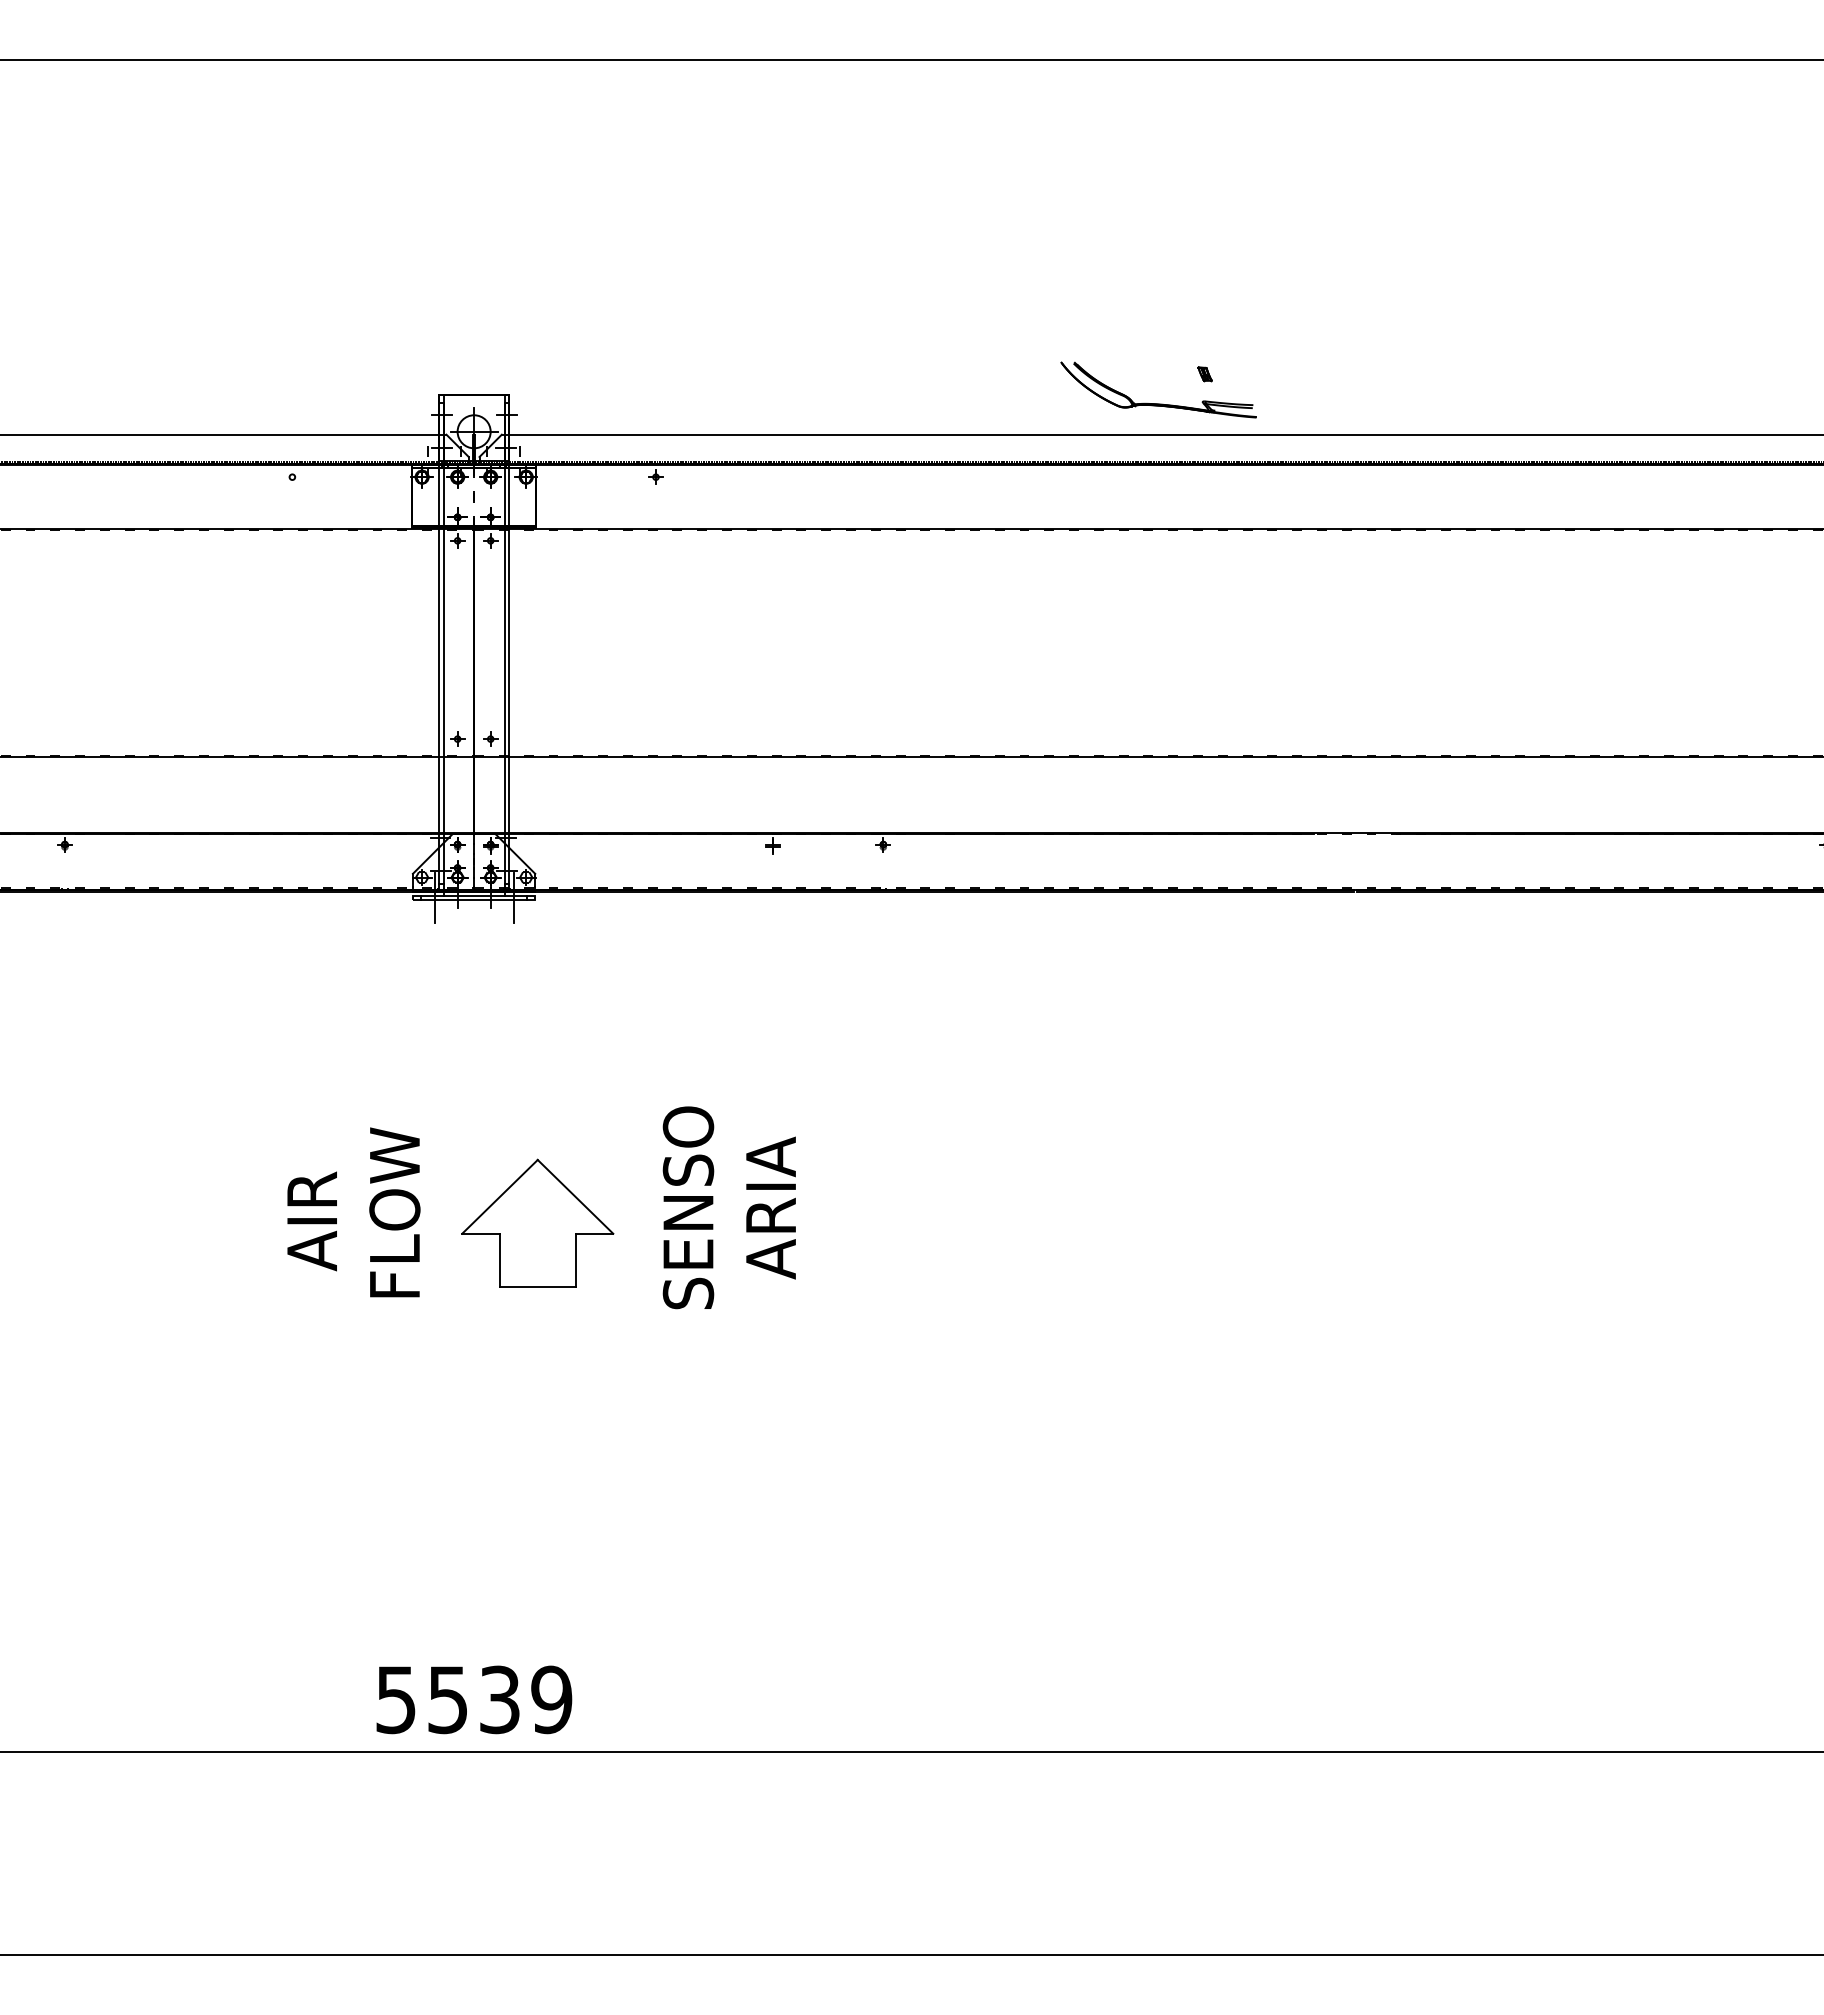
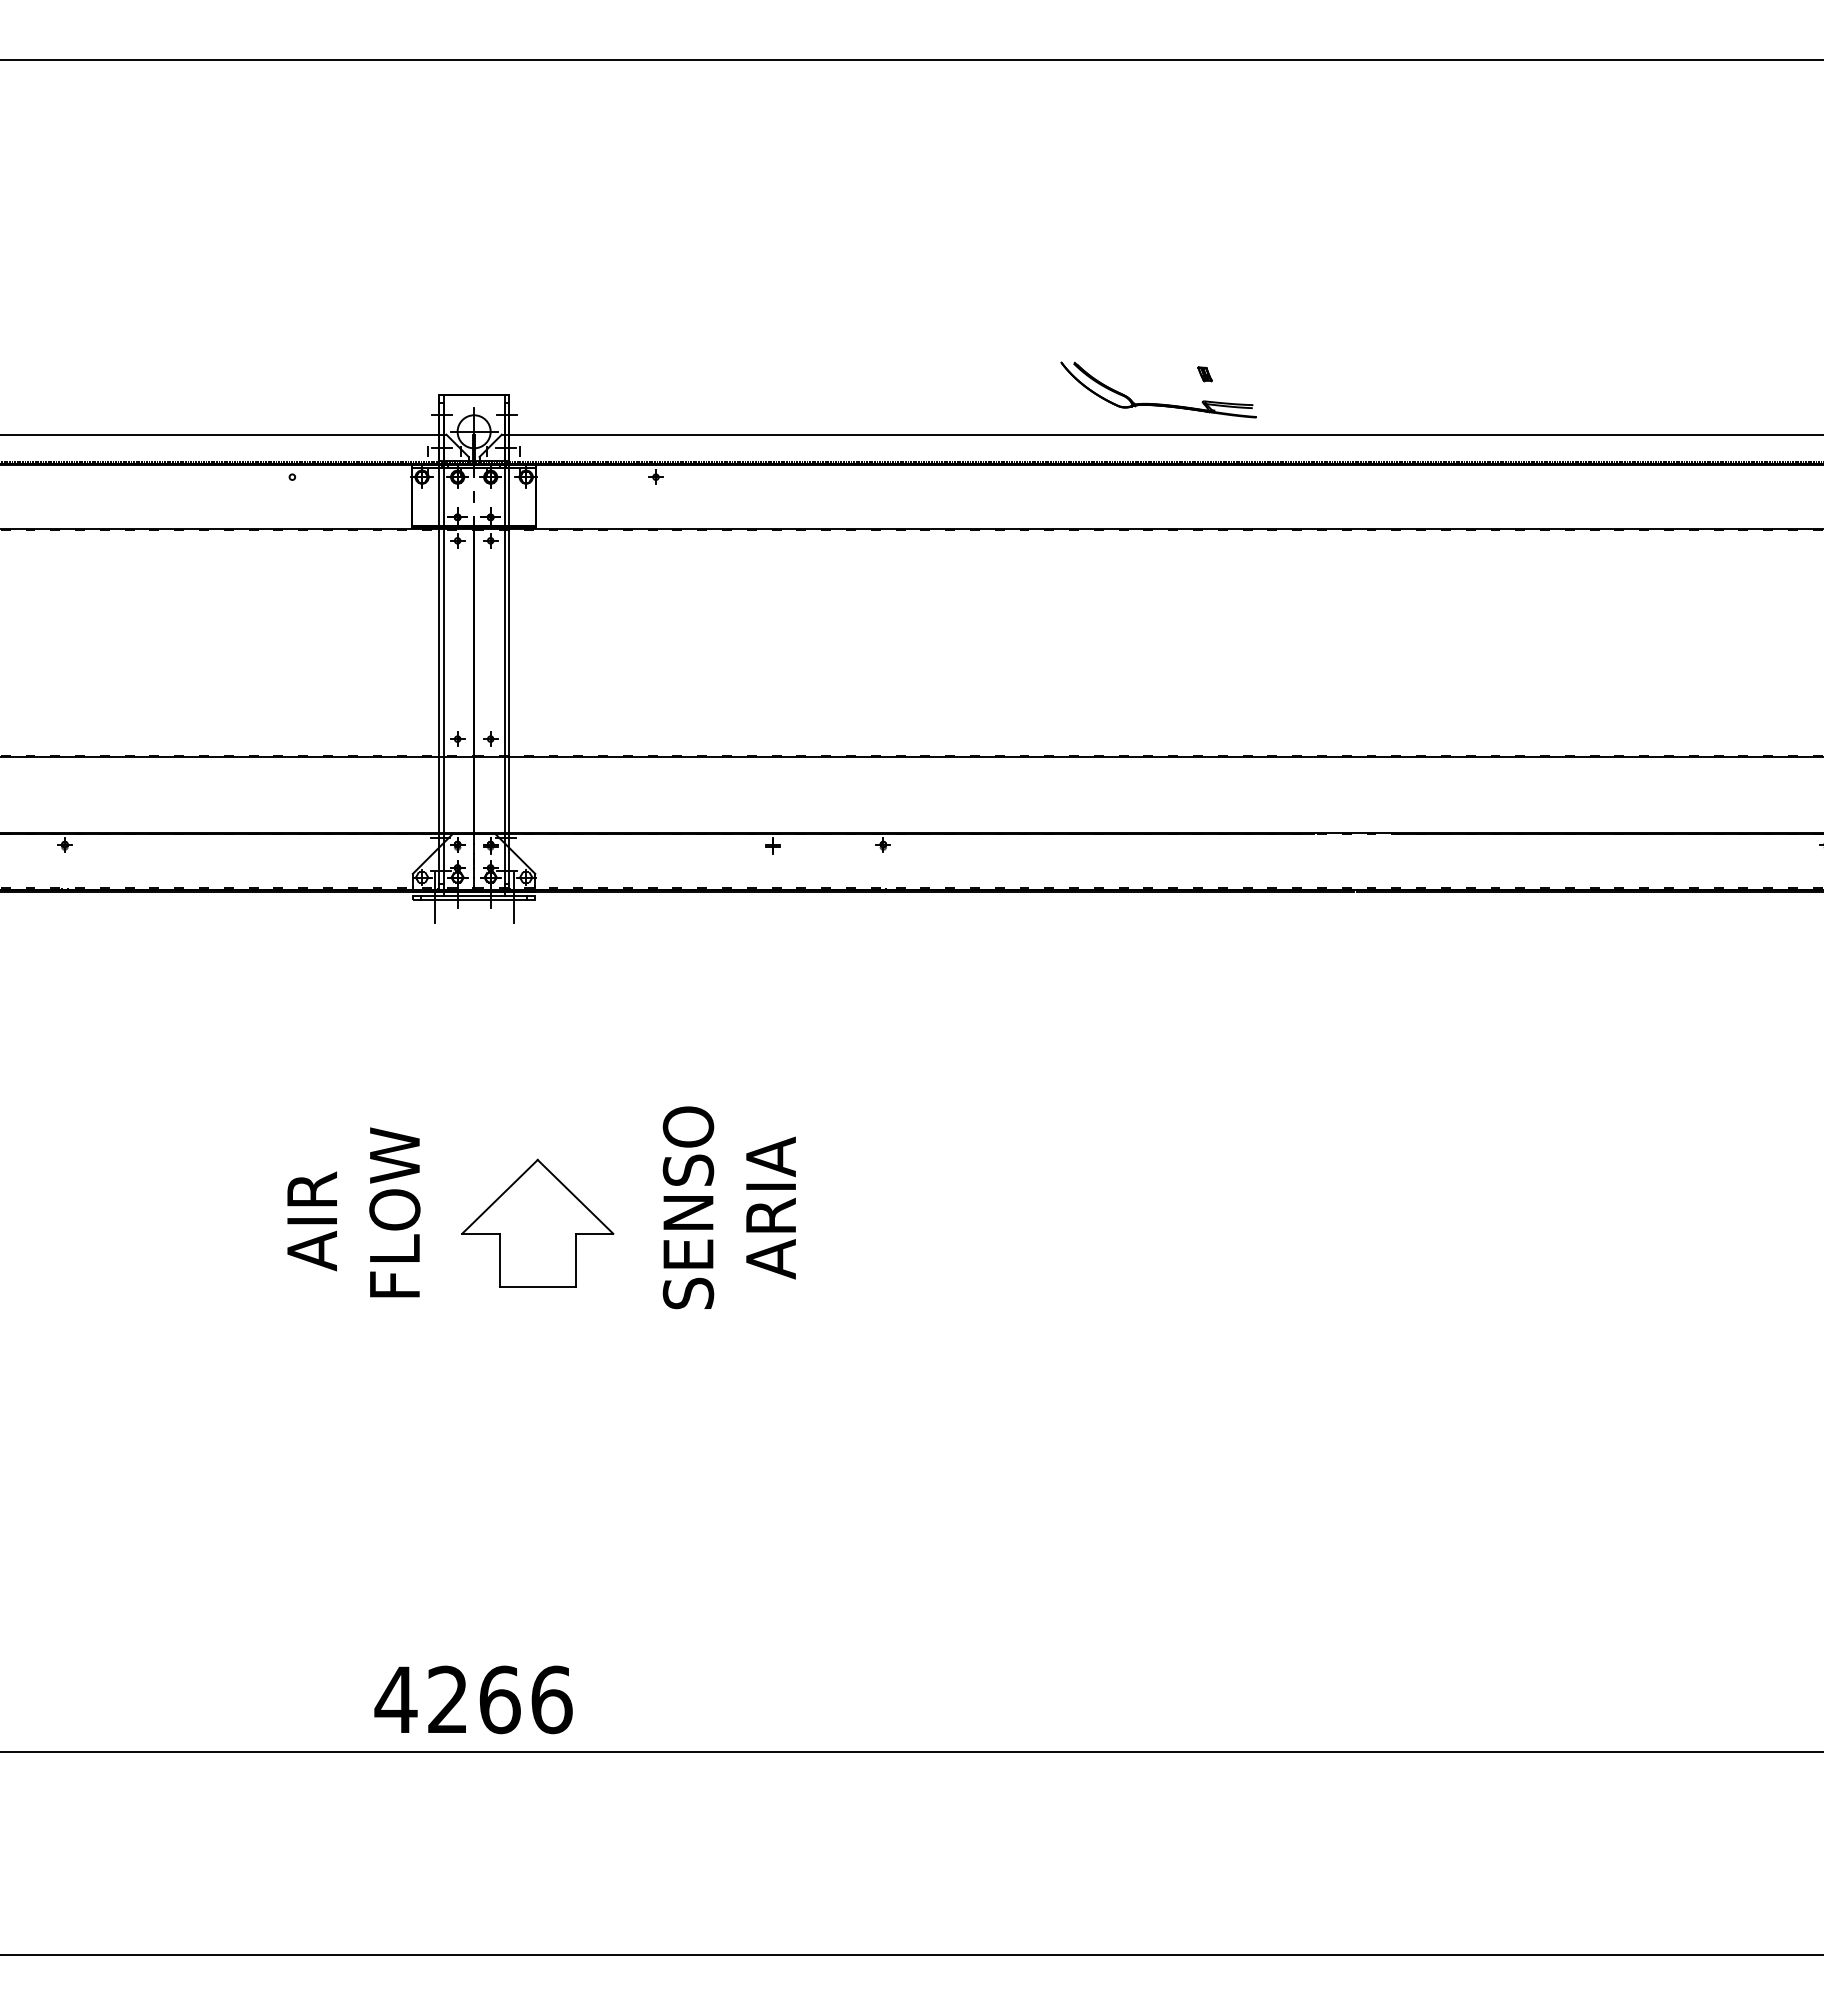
text at (473, 1699): 5539 -> 4266
